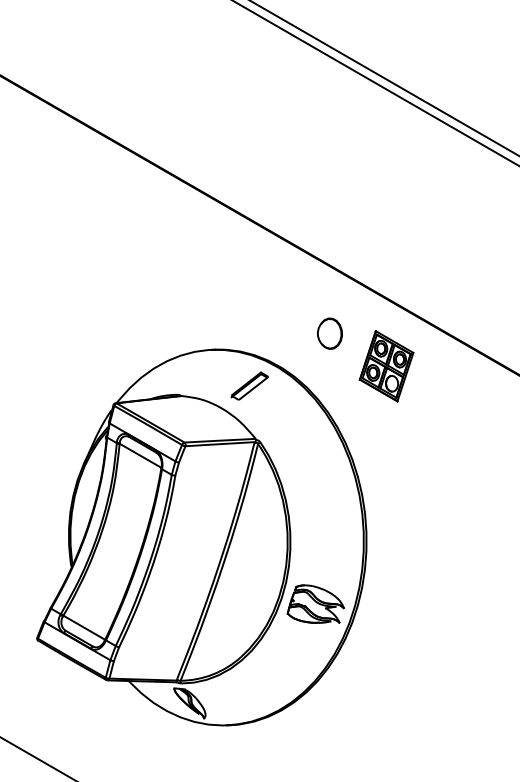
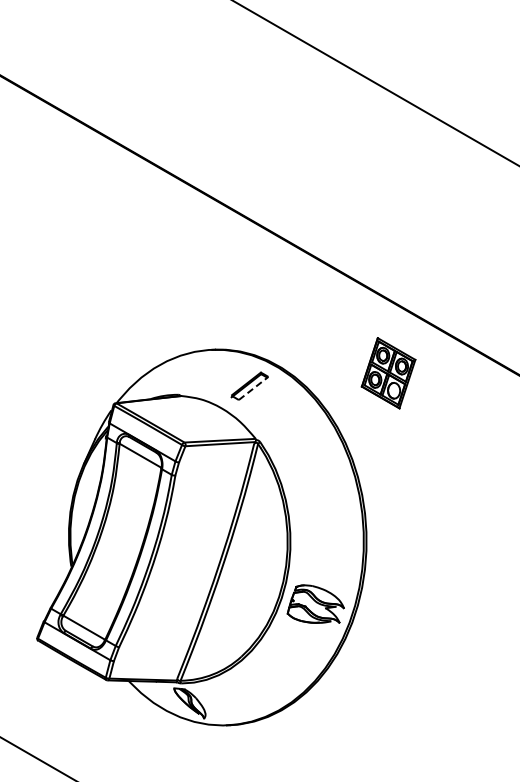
line at (384, 78): present -> none
part at (329, 333): present -> none
part at (386, 366) position: (386, 366) -> (388, 373)
line at (254, 387): solid -> dashed
